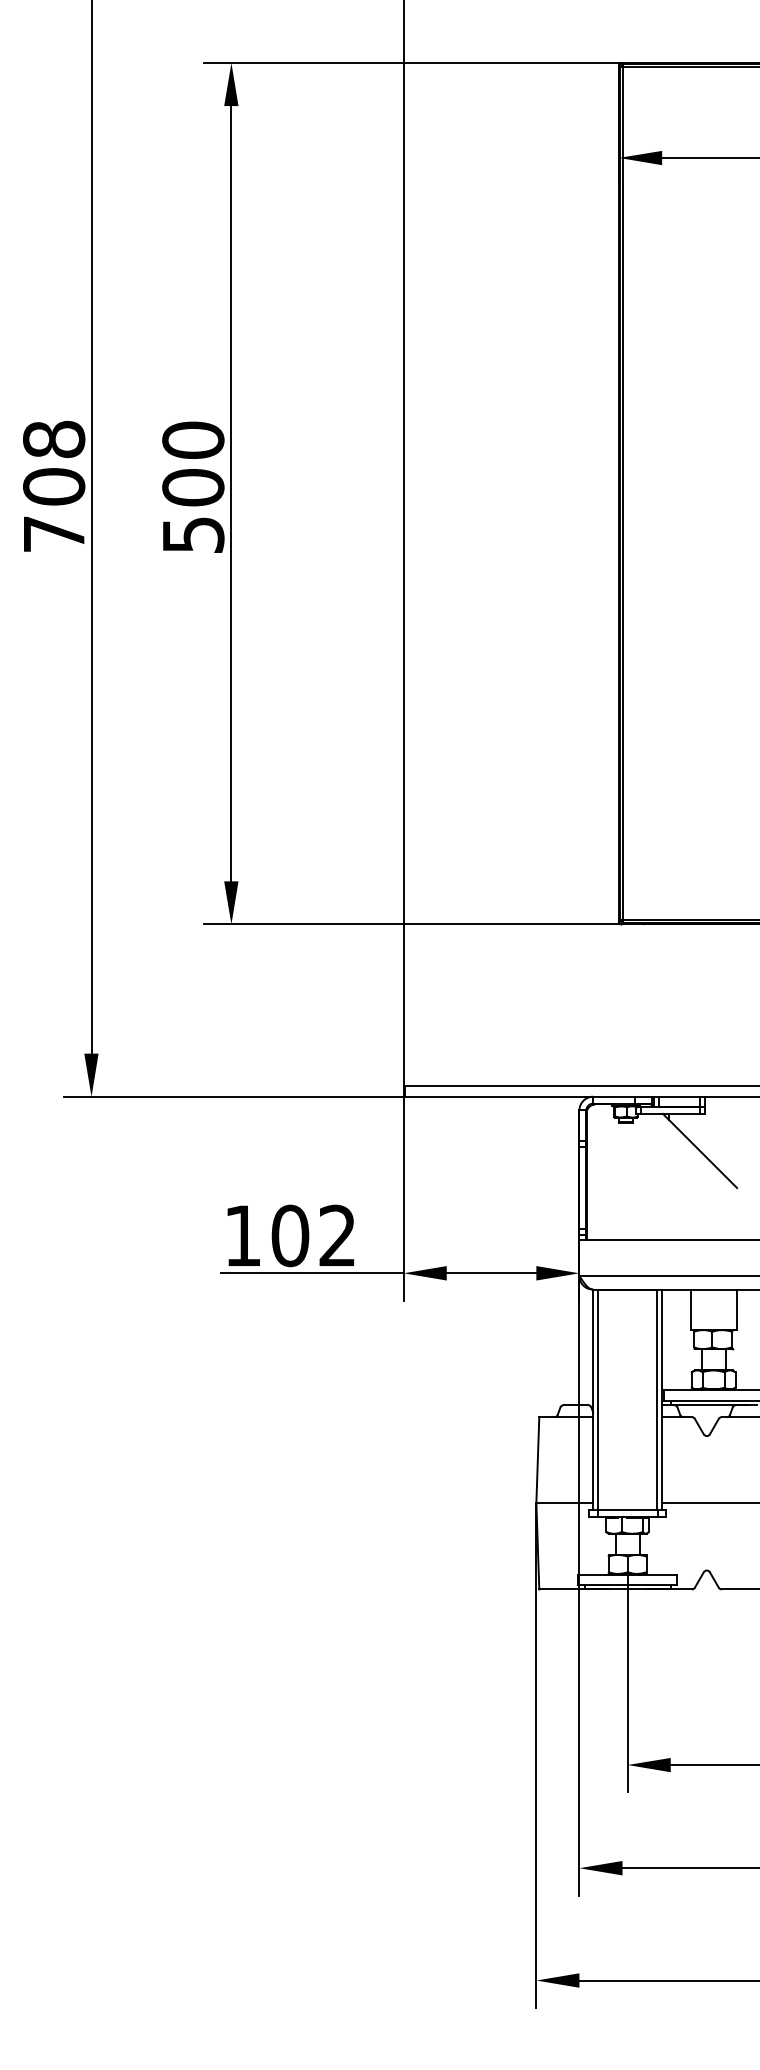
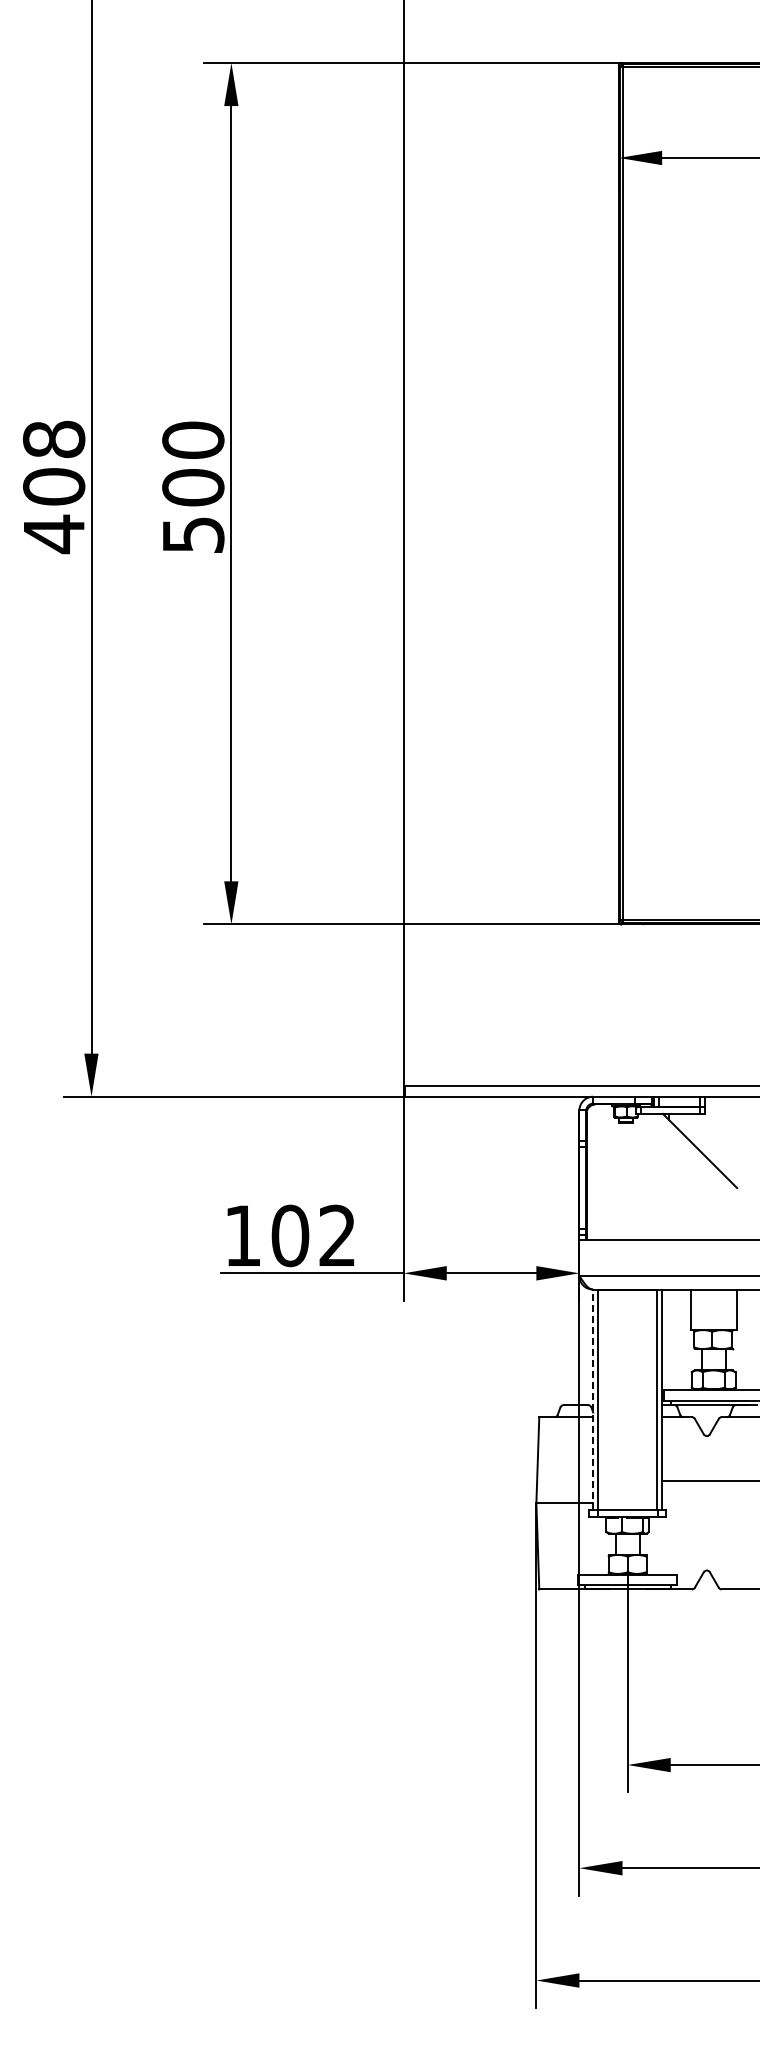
text at (54, 534): 708 -> 408
line at (593, 1399): solid -> dashed
line at (709, 1503) position: (709, 1503) -> (709, 1481)
